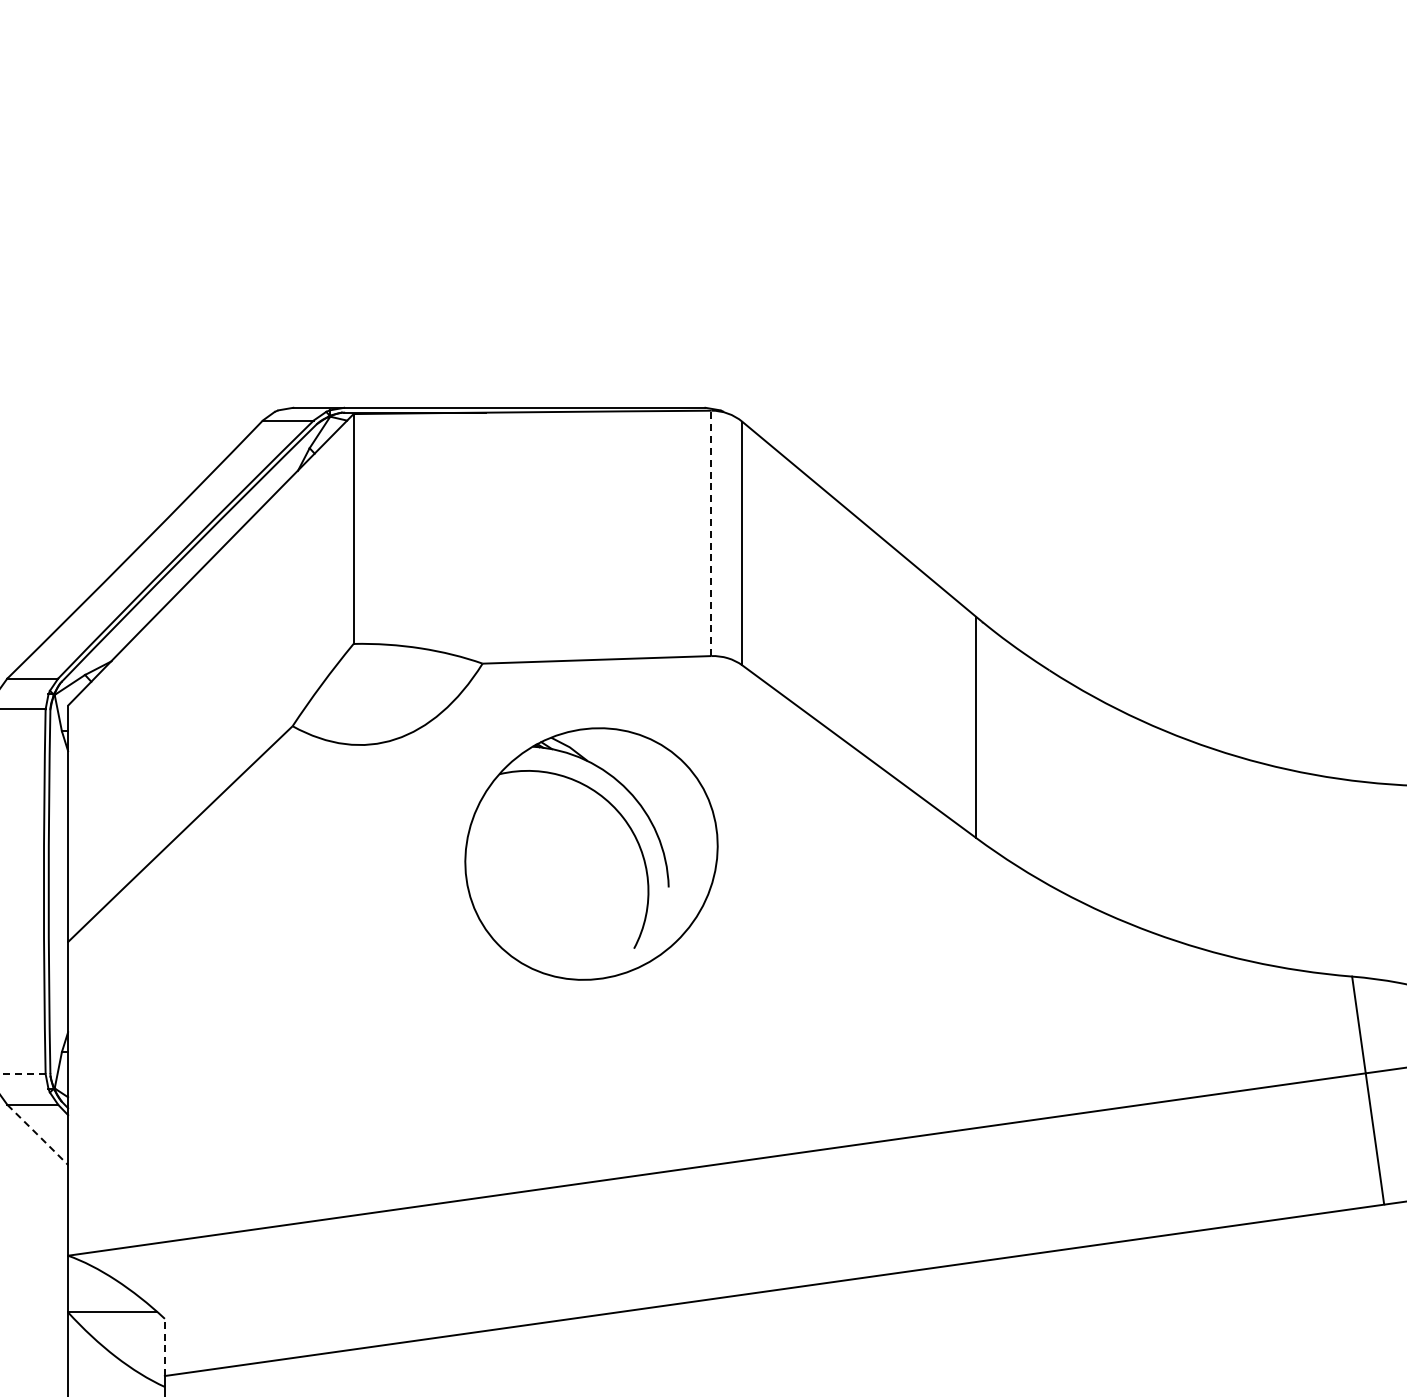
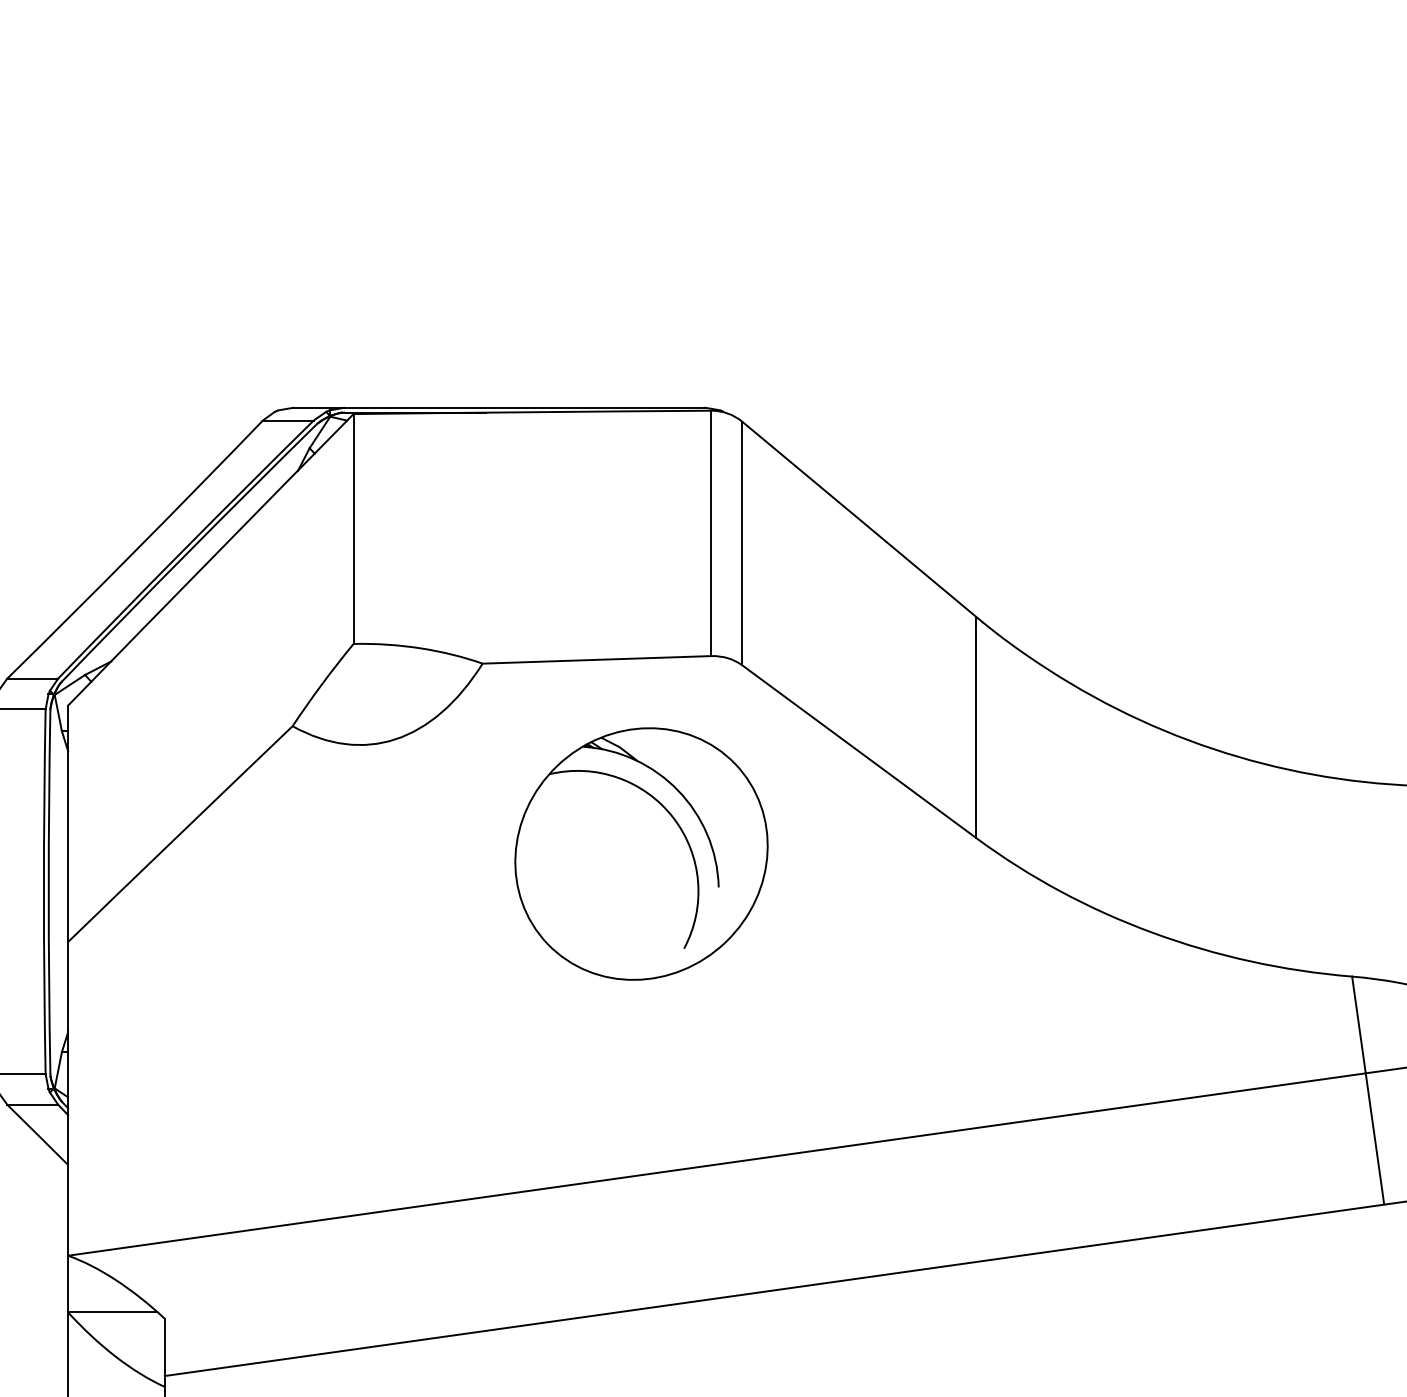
line at (711, 533): dashed -> solid
part at (591, 853) position: (591, 853) -> (641, 853)
line at (22, 1074): dashed -> solid
line at (38, 1135): dashed -> solid
line at (164, 1347): dashed -> solid
